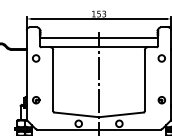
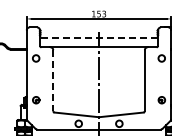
line at (98, 37): solid -> dashed
line at (53, 81): solid -> dashed
